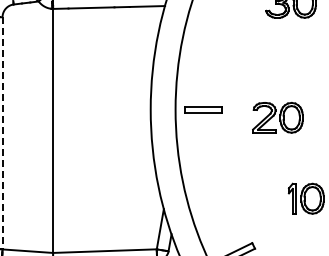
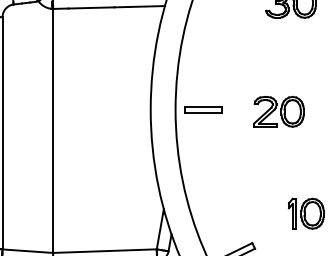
part at (277, 117) position: (277, 117) -> (278, 111)
line at (2, 133): dashed -> solid
part at (305, 198) position: (305, 198) -> (305, 213)
